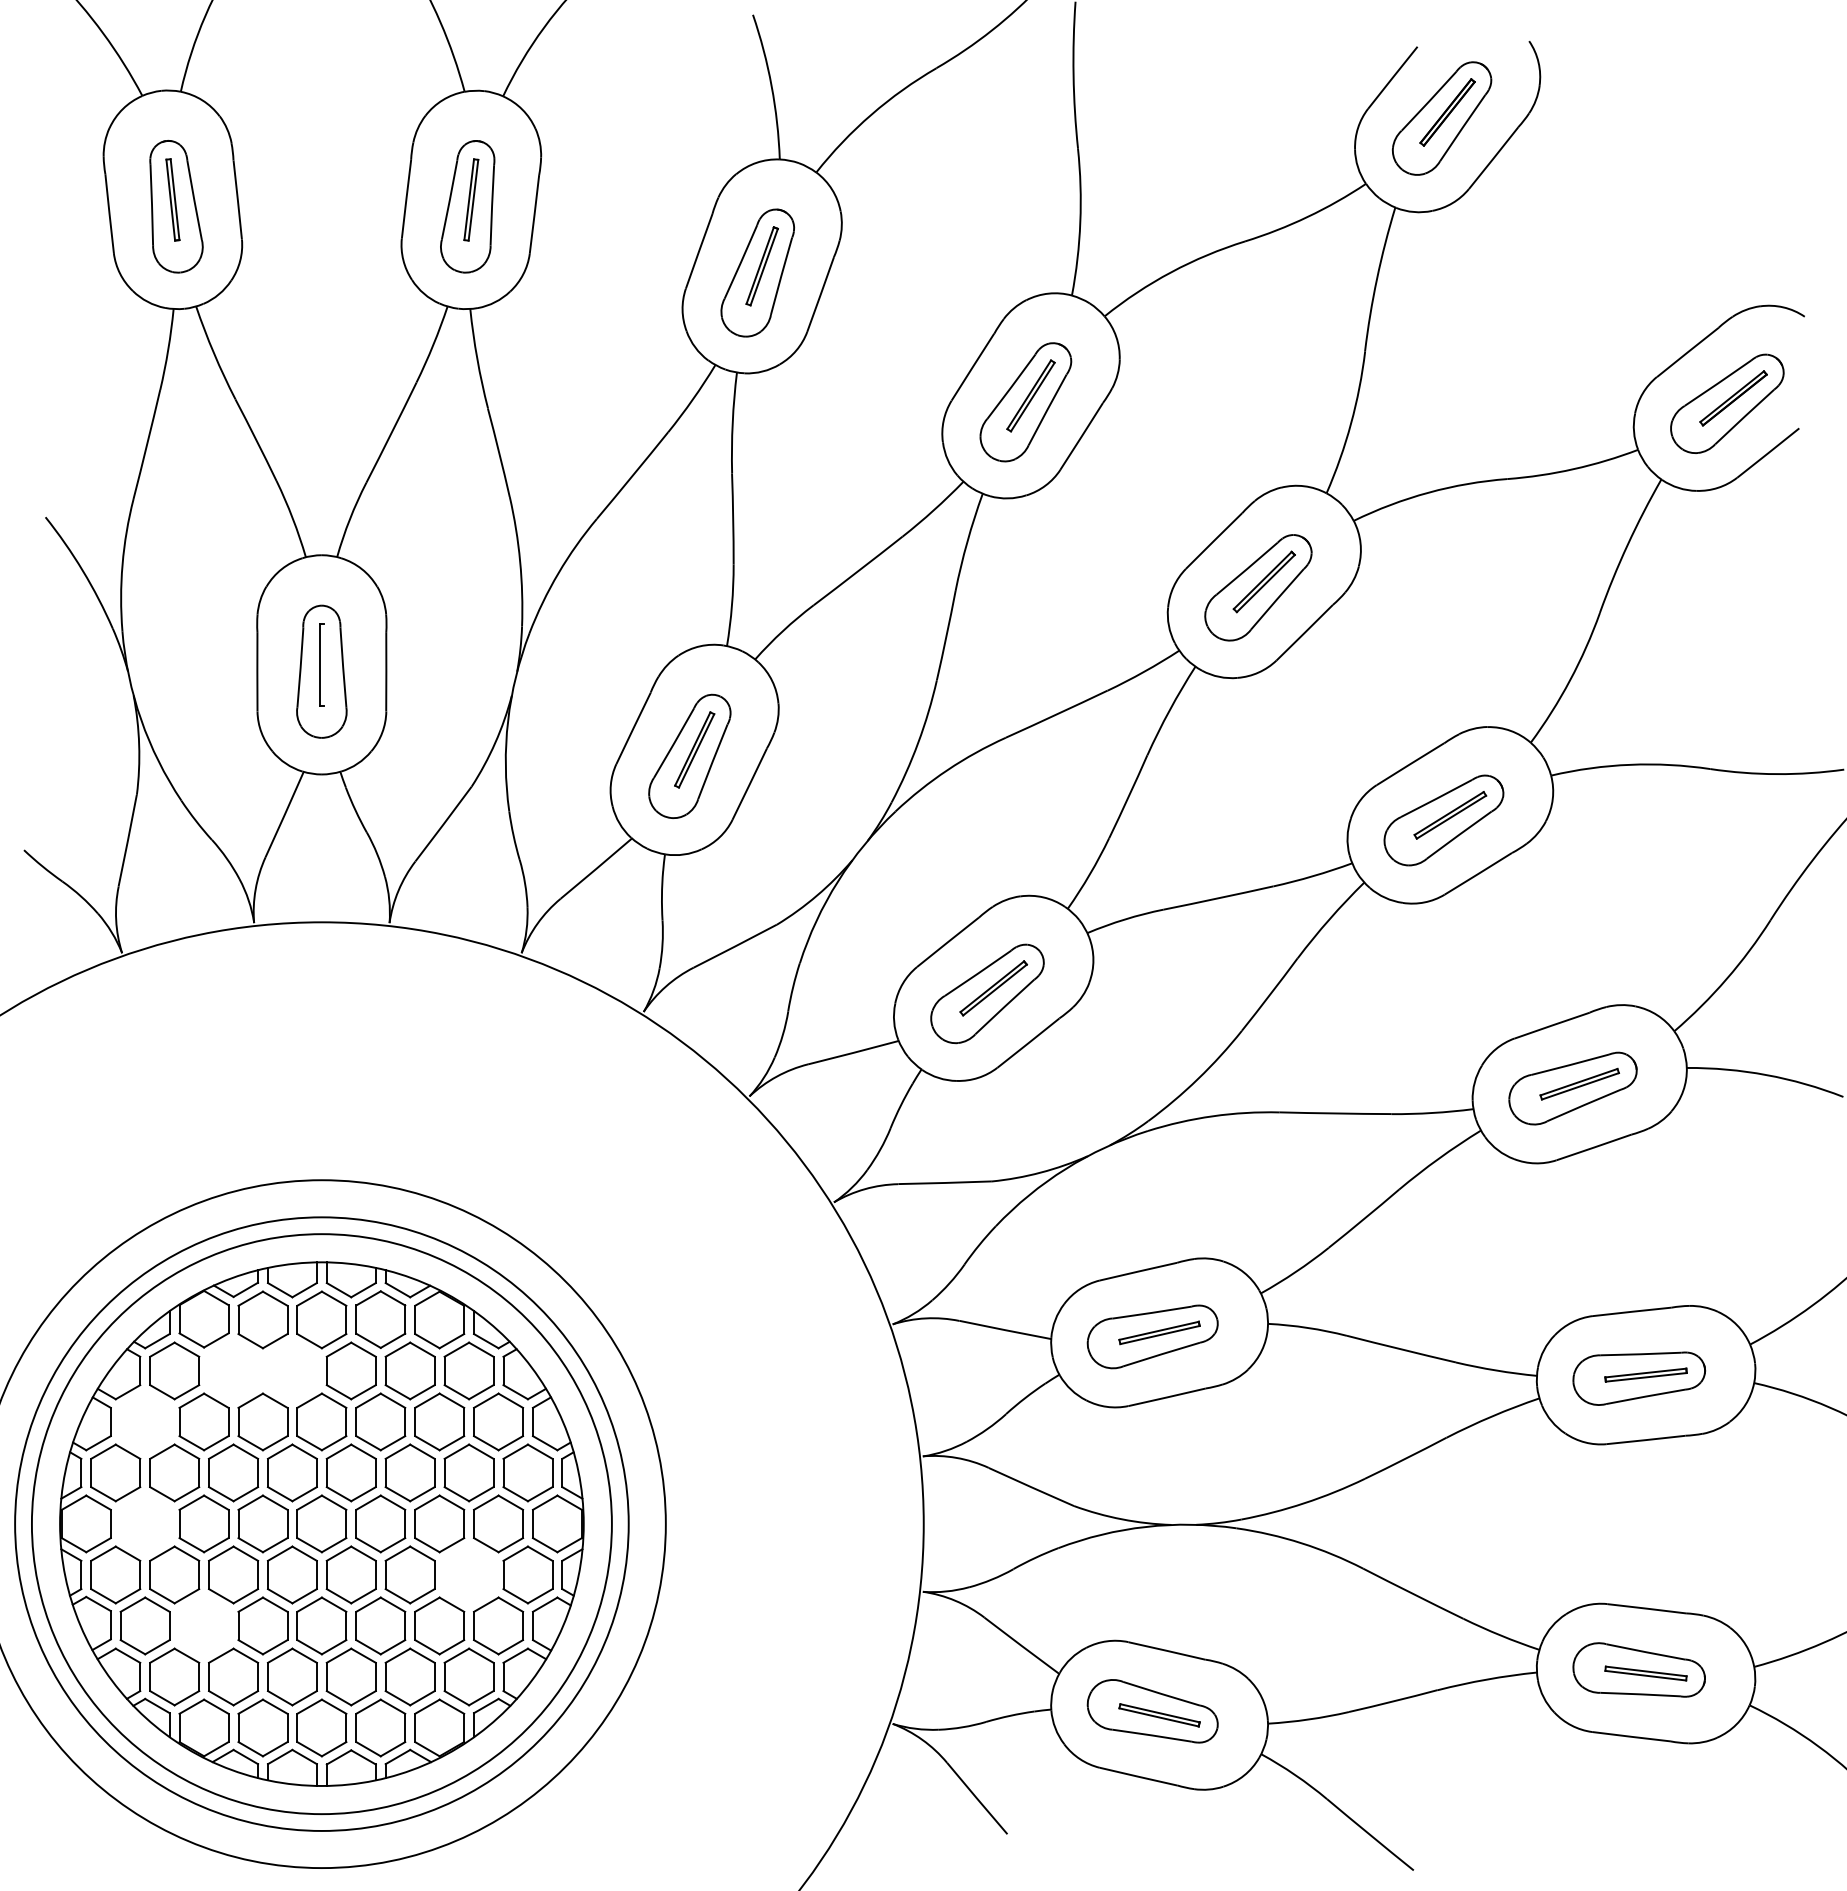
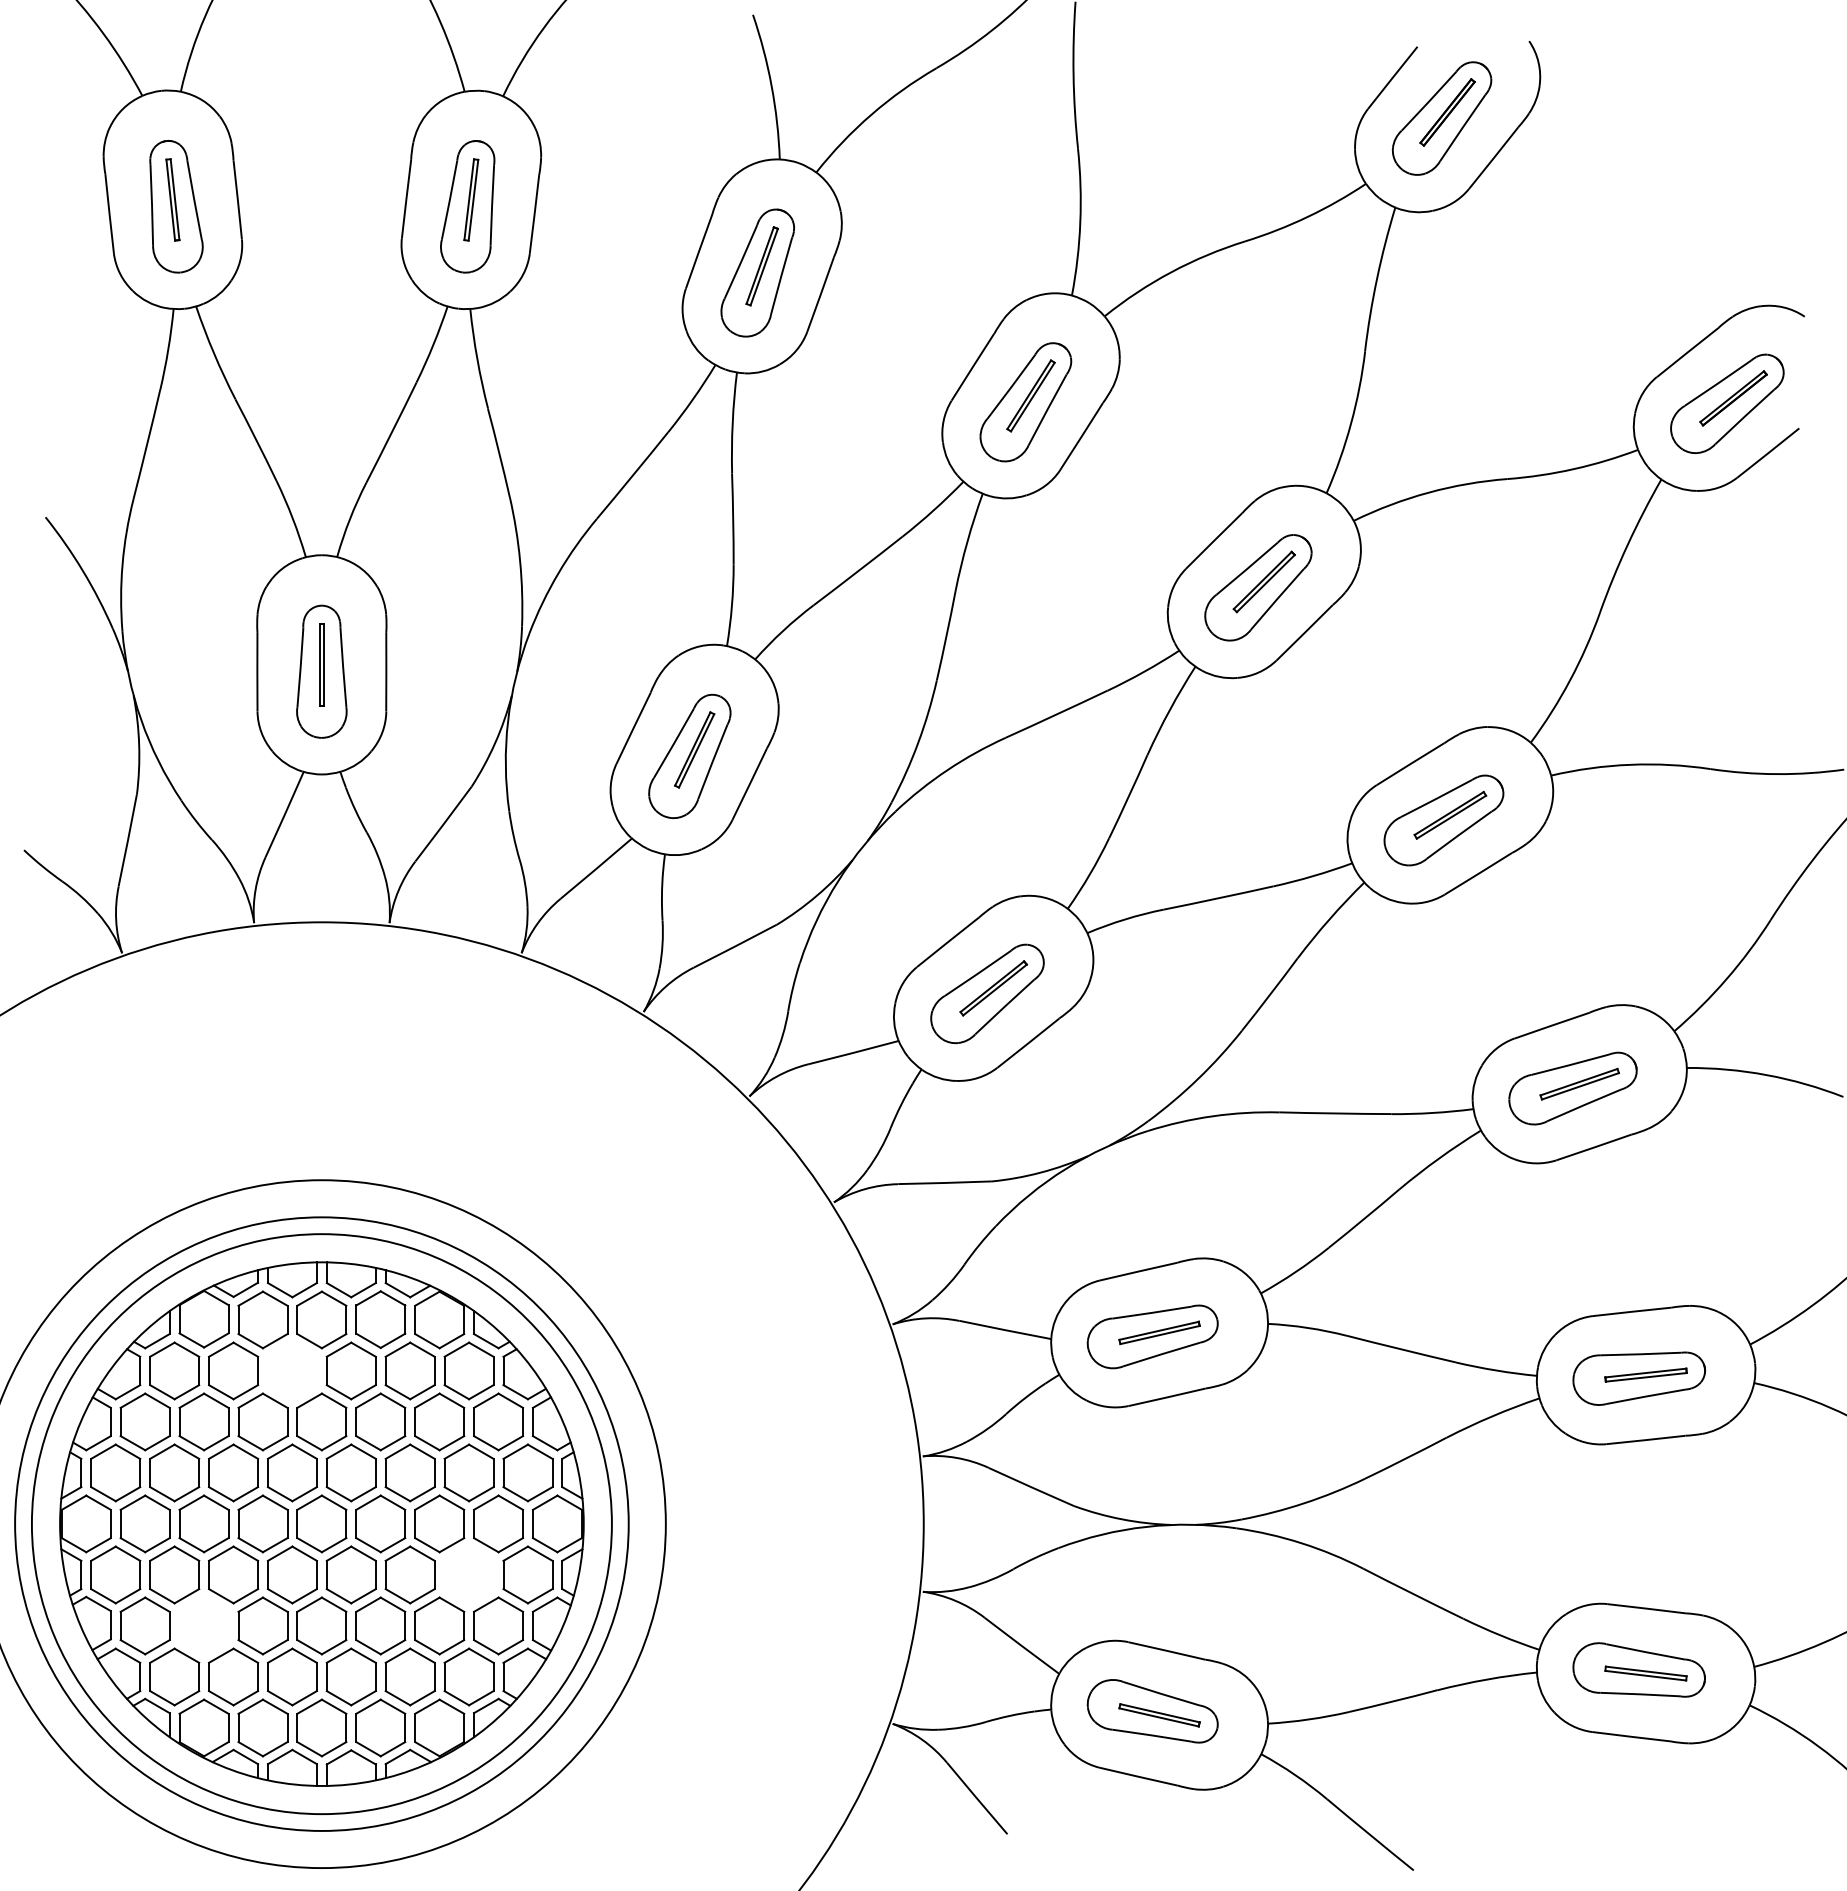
line at (324, 664): none -> present
part at (233, 1370): none -> present
part at (144, 1421): none -> present
part at (144, 1523): none -> present
